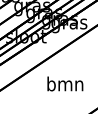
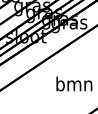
text at (65, 83) position: (65, 83) -> (74, 83)
